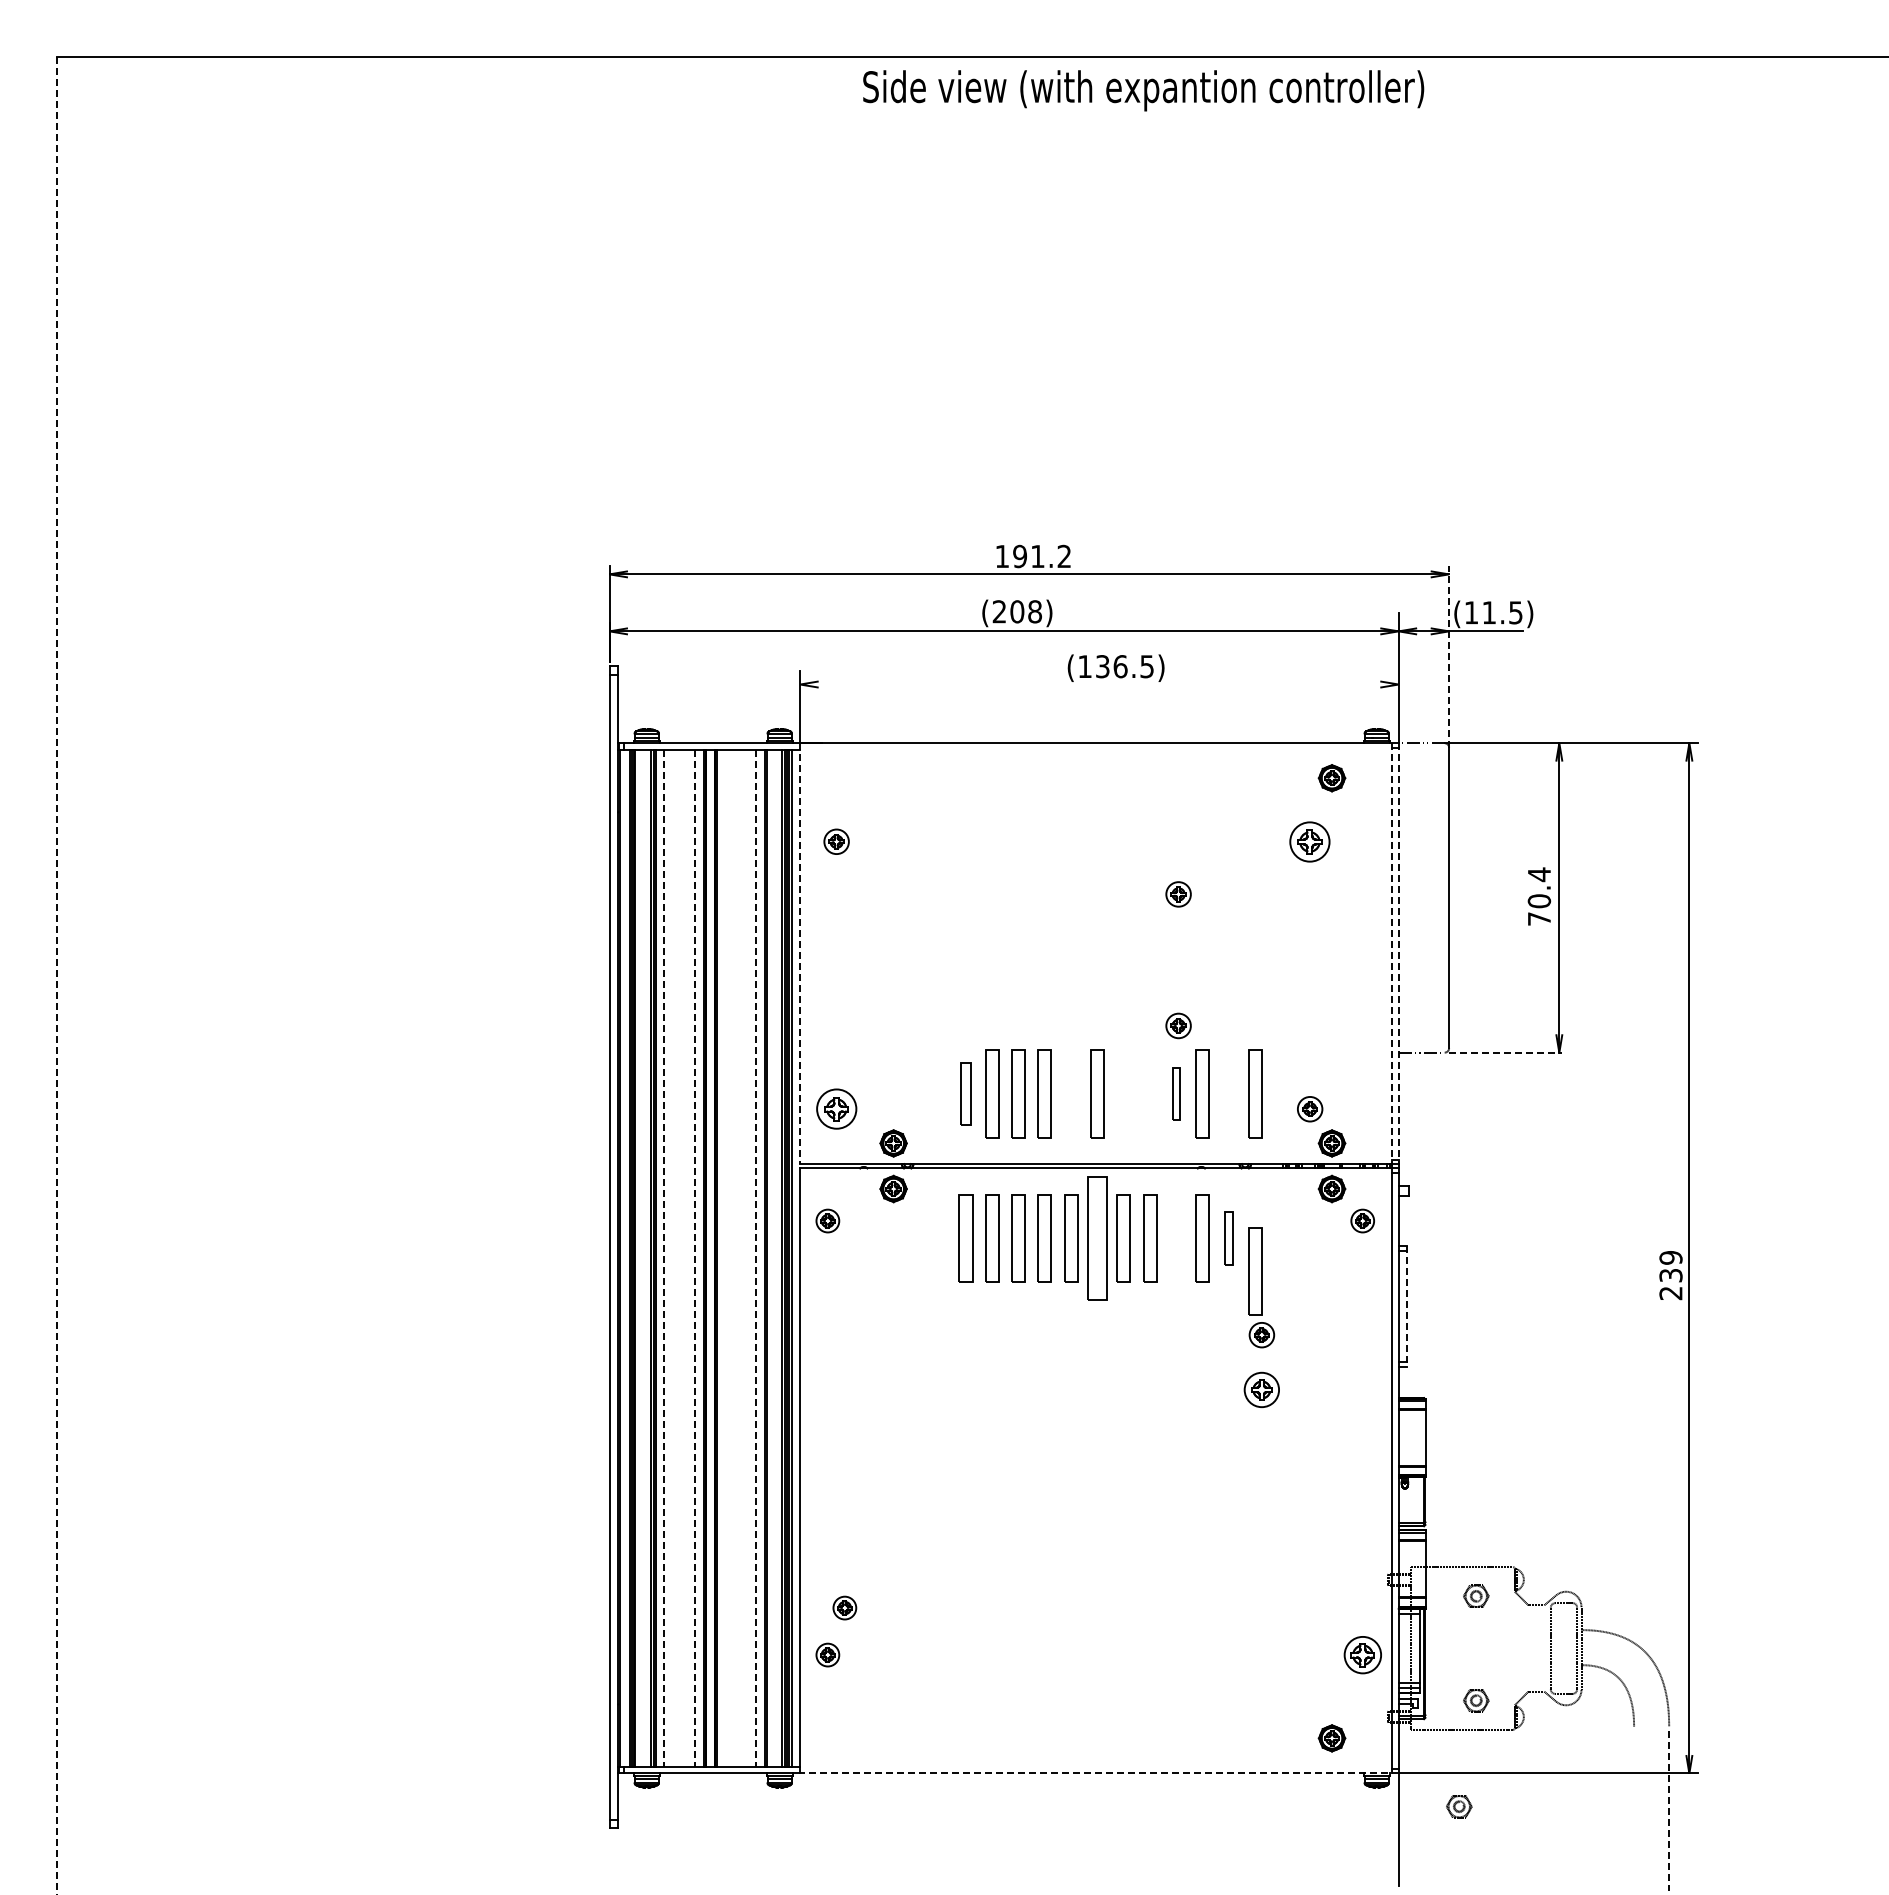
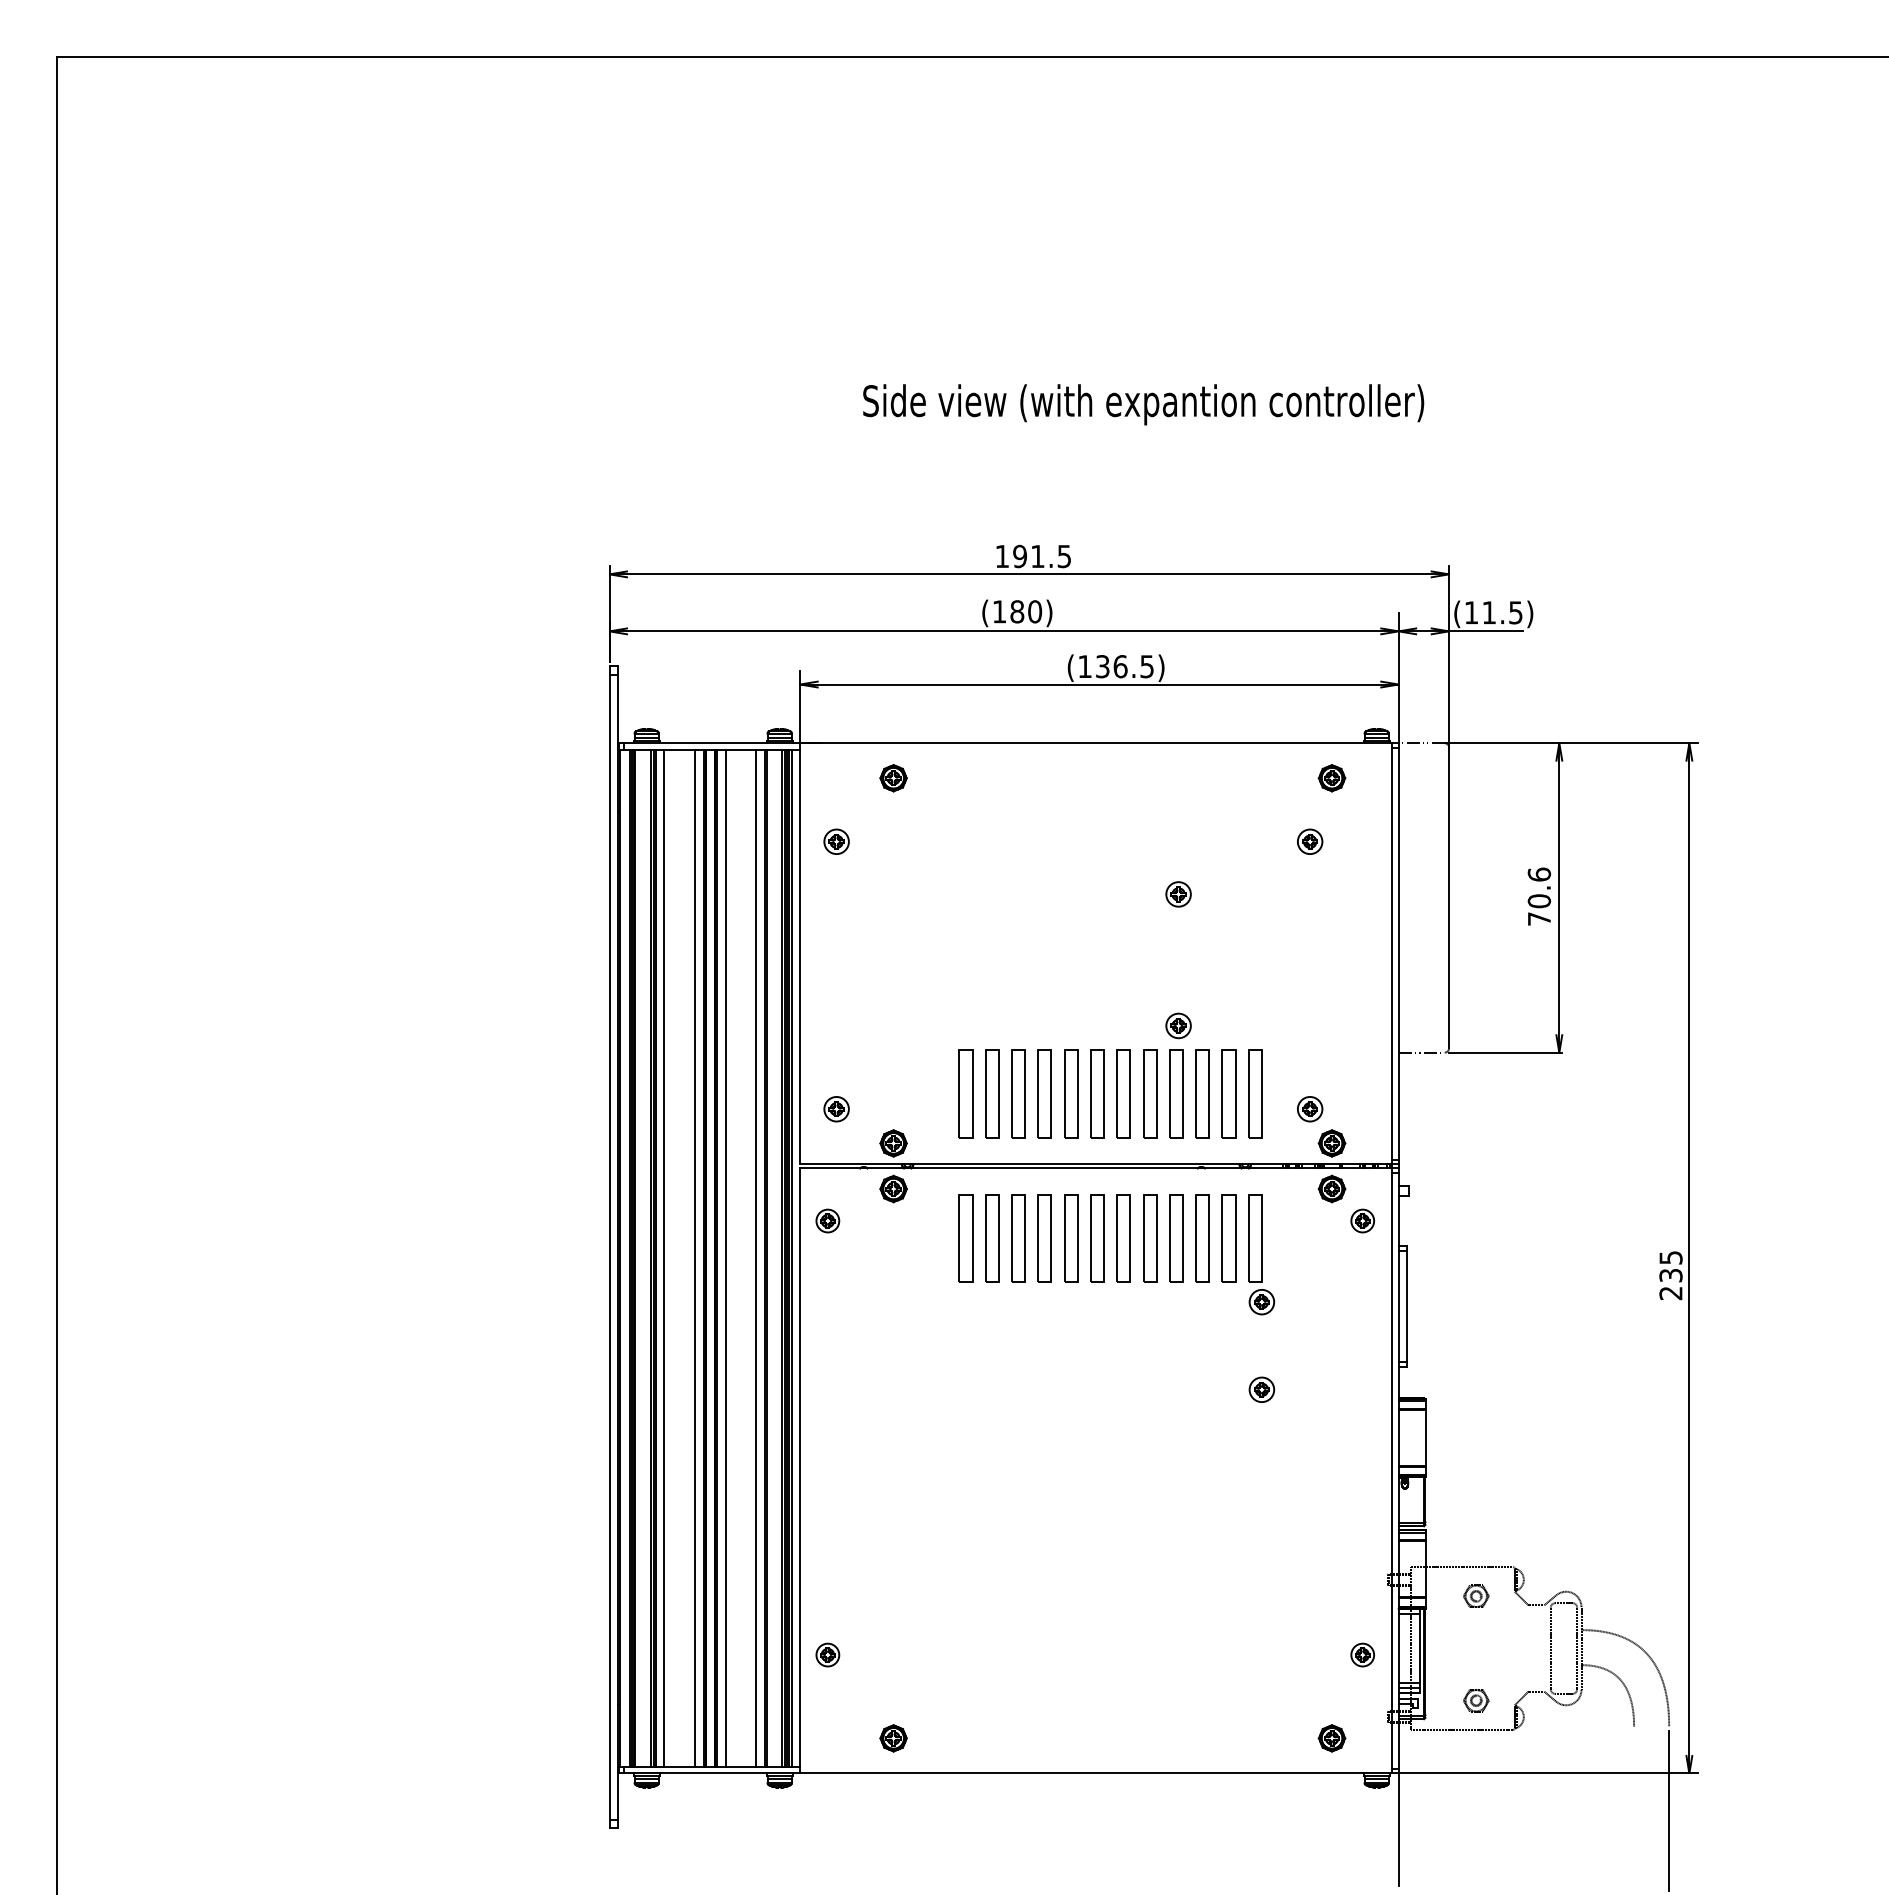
text at (1143, 90) position: (1143, 90) -> (1143, 404)
text at (1063, 556): 191.2 -> 191.5
text at (1017, 611): (208) -> (180)
line at (1449, 656): dashed -> solid
line at (1099, 684): none -> present
part at (893, 778): none -> present
part at (1309, 841) size: 42x42 px -> 27x27 px
text at (1539, 874): 70.4 -> 70.6
line at (800, 954): dashed -> solid
line at (1392, 954): dashed -> solid
line at (1398, 954): dashed -> solid
line at (56, 975): dashed -> solid
line at (1506, 1052): dashed -> solid
part at (965, 1093) size: 12x64 px -> 16x90 px
part at (1071, 1093): none -> present
part at (1123, 1093): none -> present
part at (1150, 1093): none -> present
part at (1176, 1093) size: 9x54 px -> 15x90 px
part at (1228, 1093): none -> present
part at (836, 1108) size: 42x42 px -> 27x27 px
part at (1097, 1238) size: 21x125 px -> 15x89 px
part at (1176, 1238): none -> present
part at (1228, 1238) size: 10x55 px -> 16x89 px
line at (725, 1257): none -> present
text at (1670, 1257): 239 -> 235
line at (664, 1258): dashed -> solid
line at (695, 1258): dashed -> solid
line at (756, 1258): dashed -> solid
part at (1261, 1287) position: (1261, 1287) -> (1261, 1254)
line at (1407, 1306): dashed -> solid
part at (1261, 1389) size: 37x37 px -> 28x27 px
part at (844, 1607): present -> none
part at (1362, 1655) size: 39x39 px -> 25x26 px
part at (893, 1738): none -> present
line at (1098, 1773): dashed -> solid
part at (1459, 1806): present -> none
line at (1669, 1811): dashed -> solid
